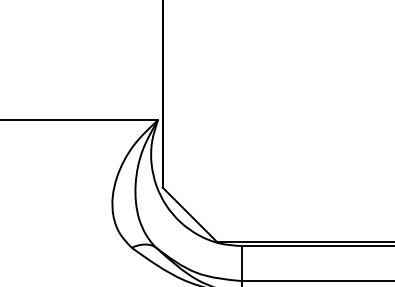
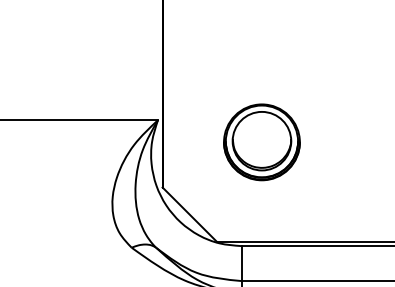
part at (261, 142): none -> present
